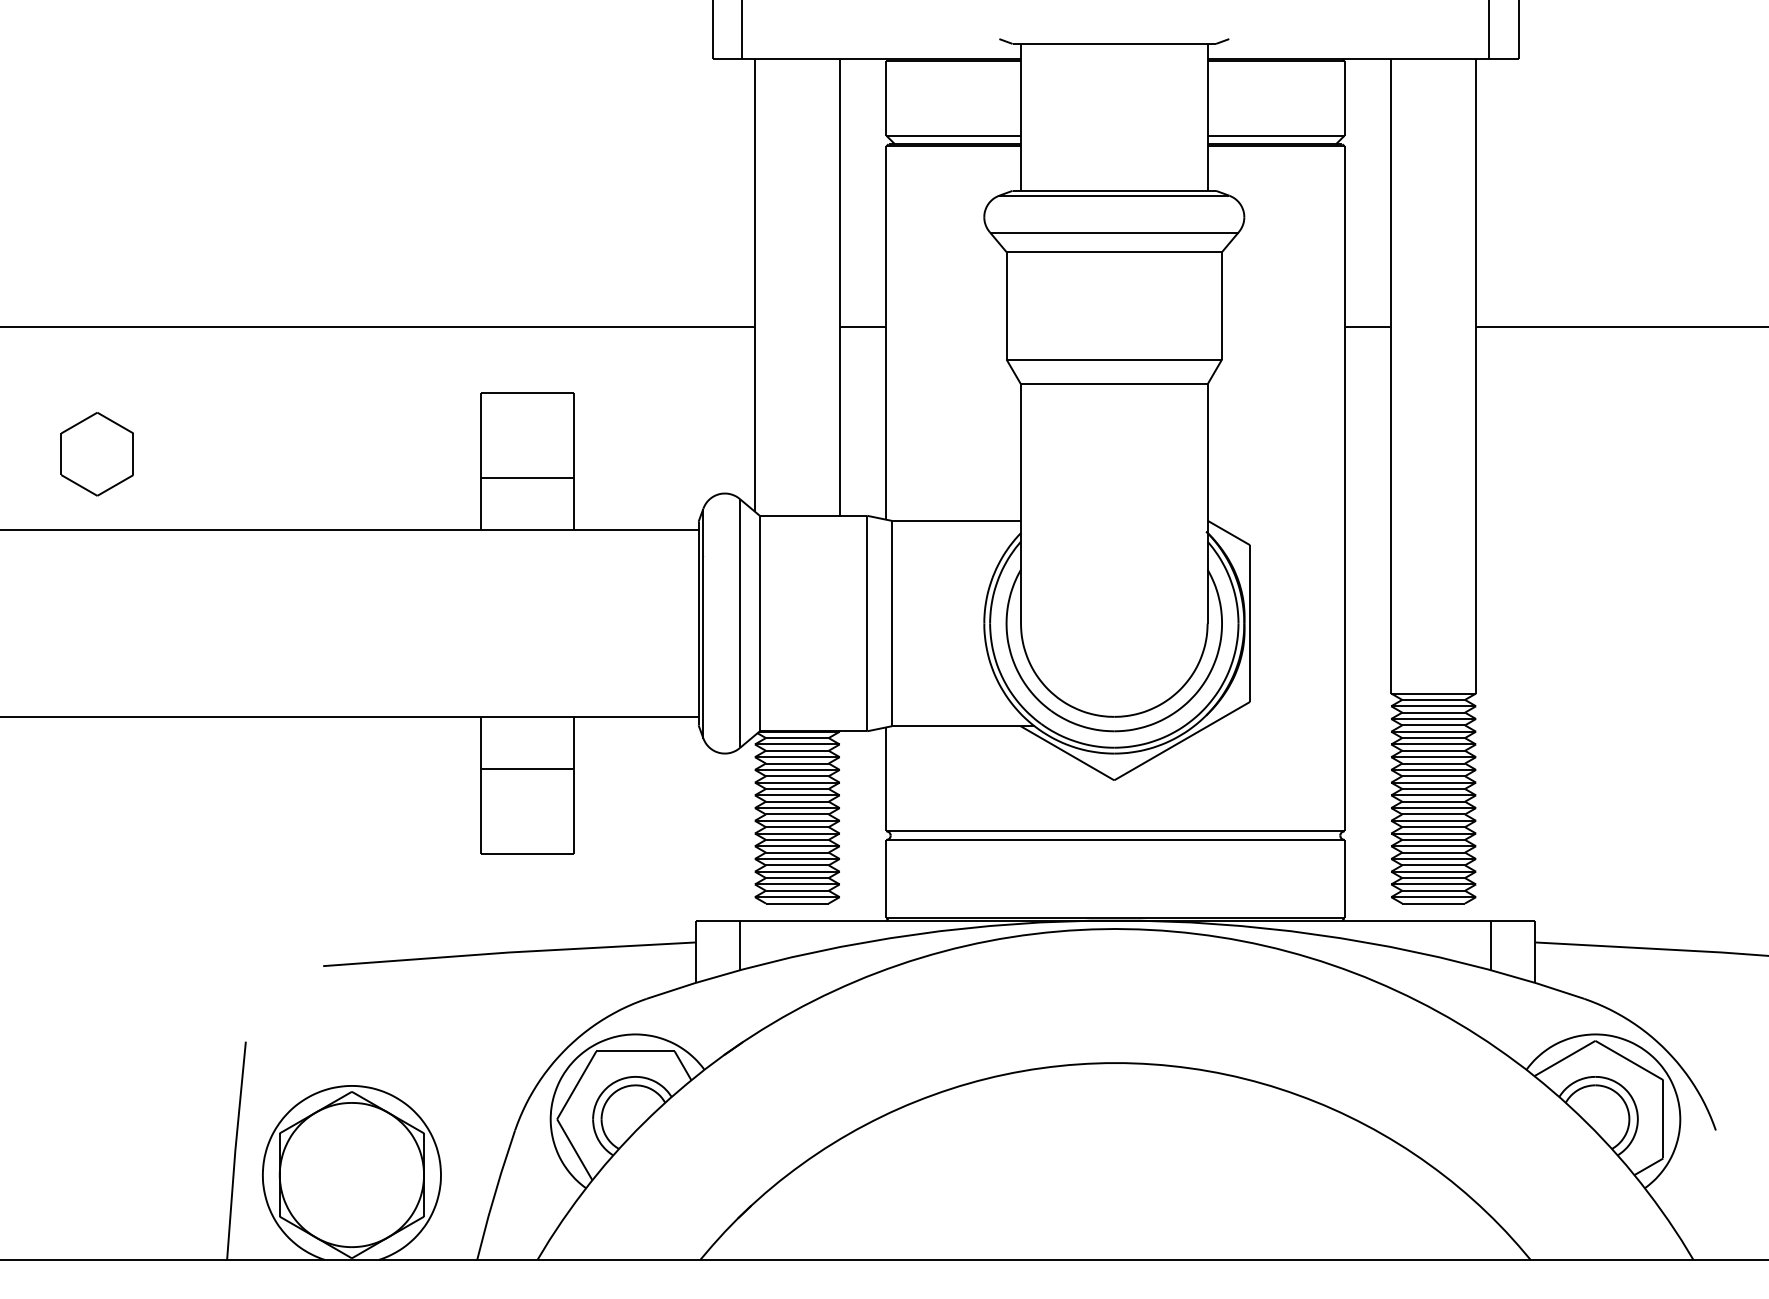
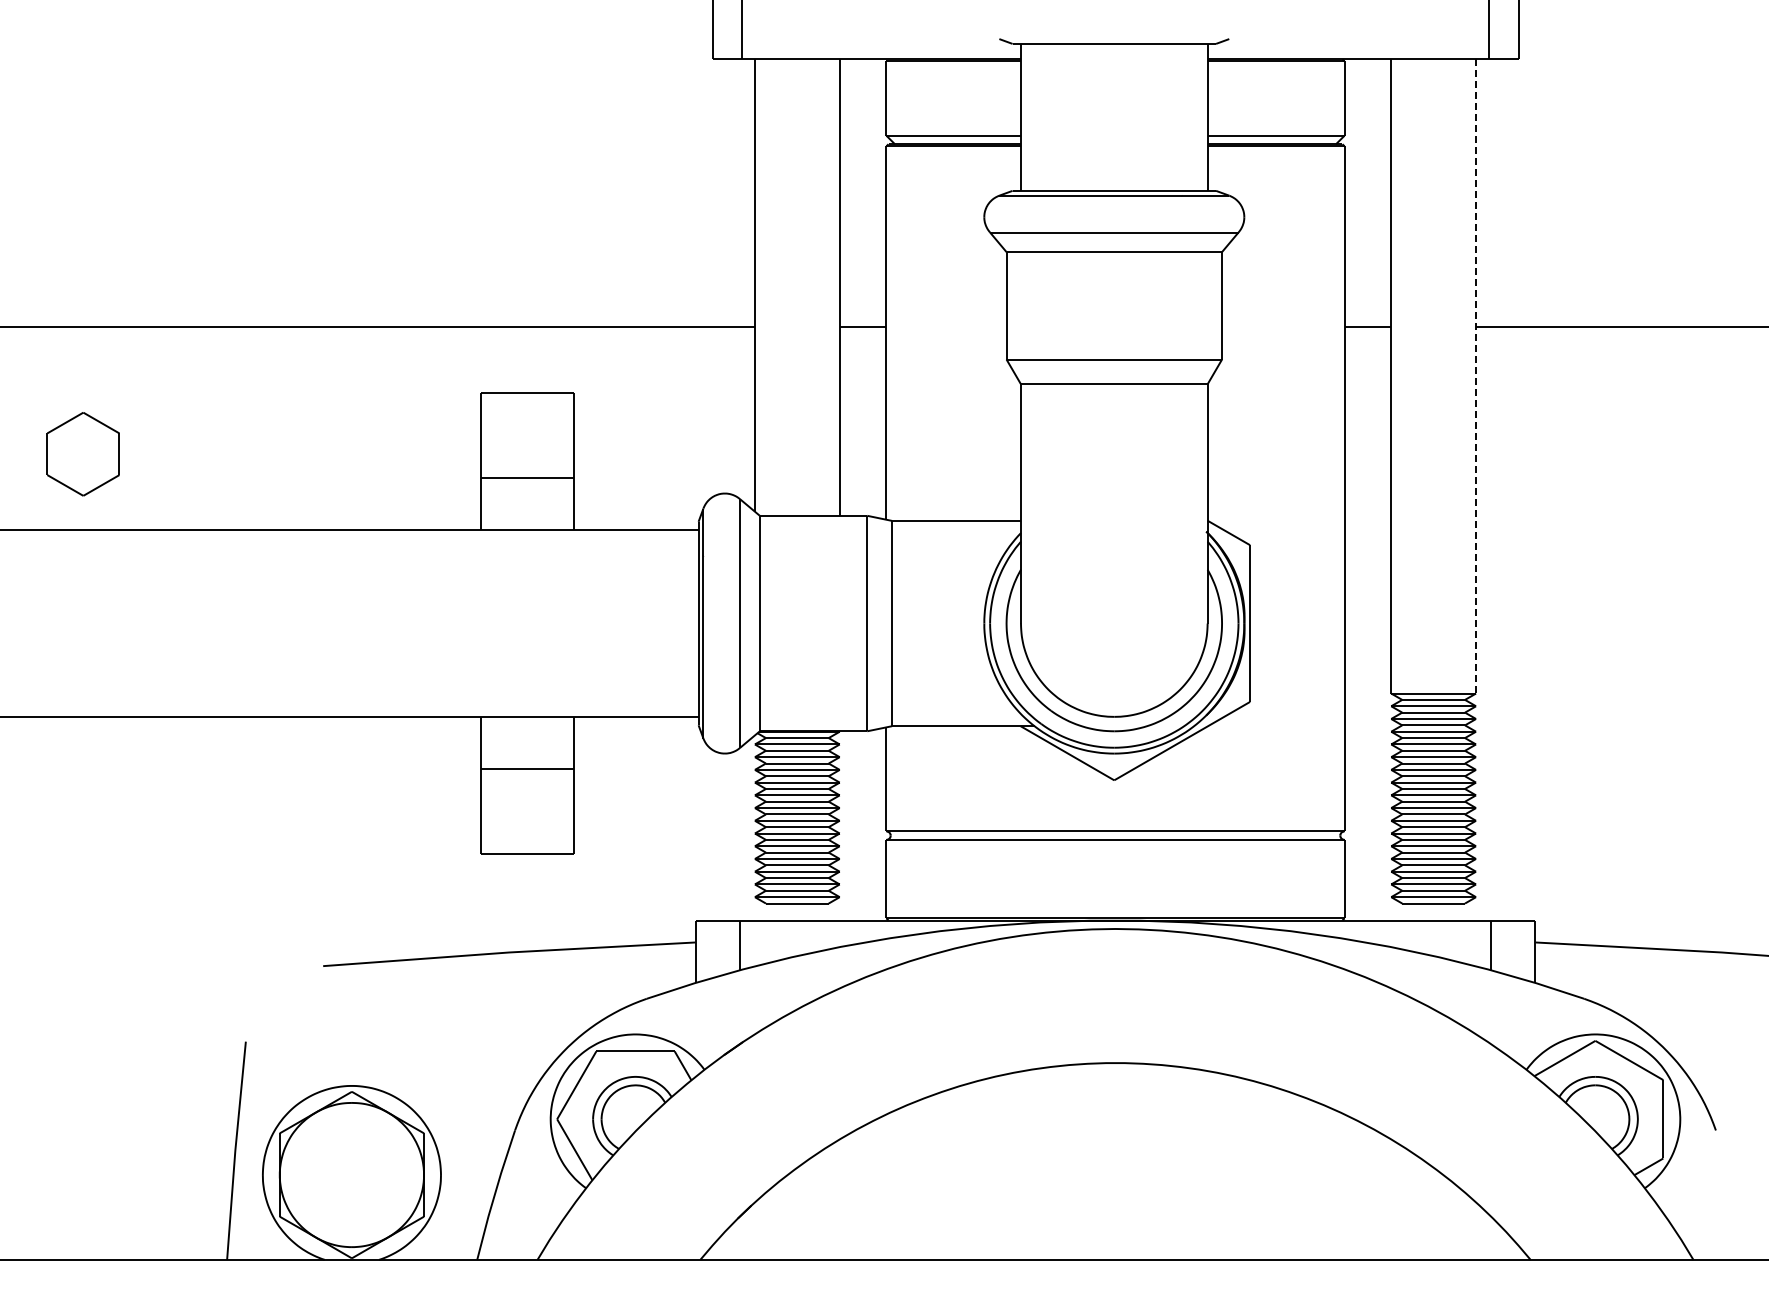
line at (1476, 376): solid -> dashed
part at (96, 454) position: (96, 454) -> (82, 454)
